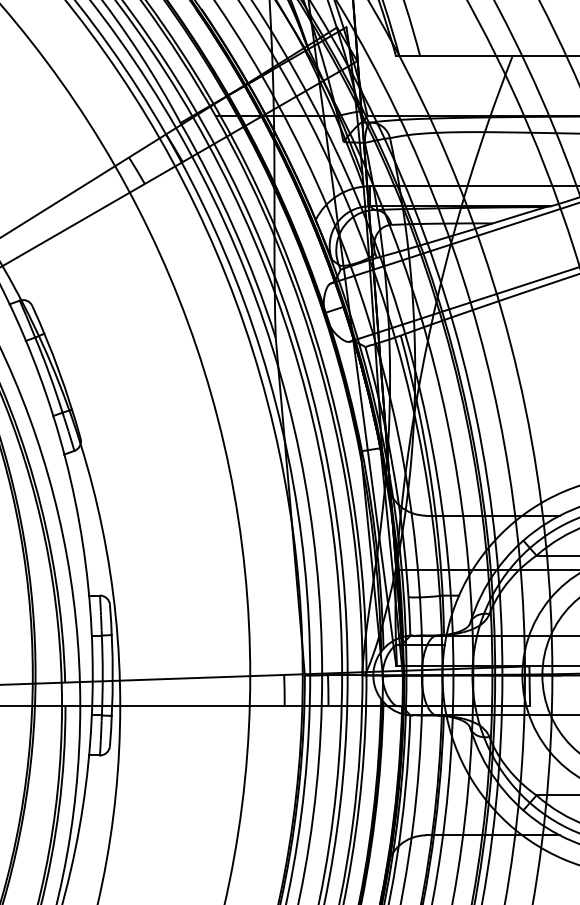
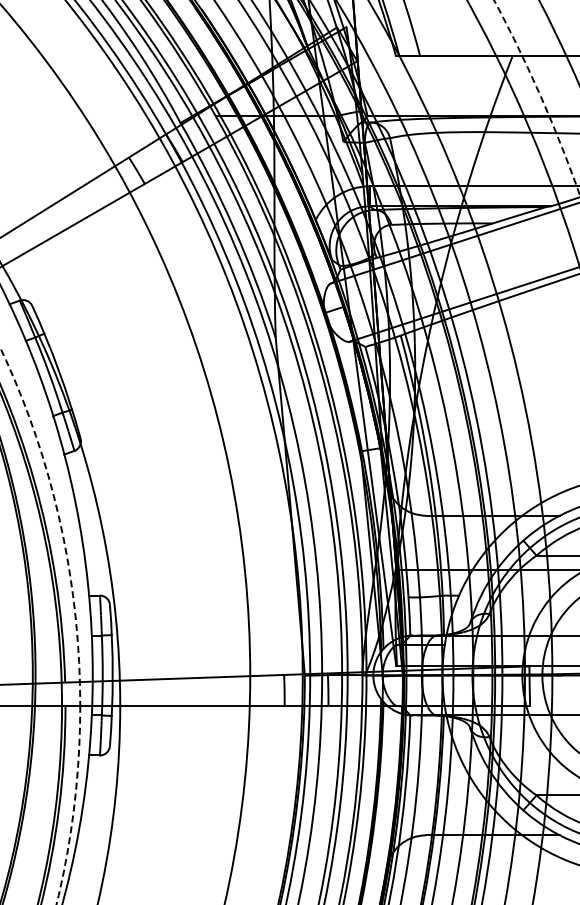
arc at (540, 96): solid -> dashed
circle at (40, 626): solid -> dashed
